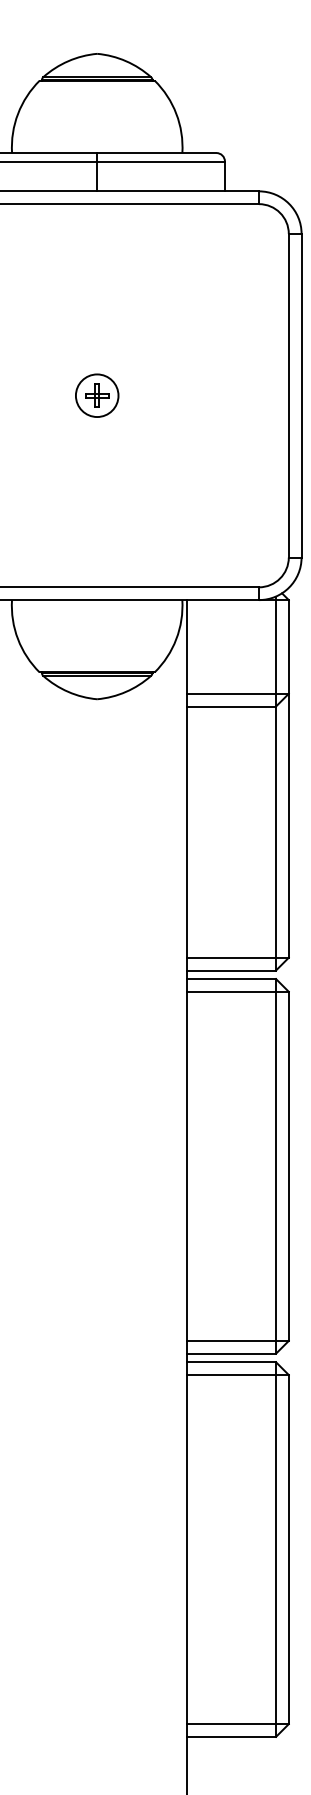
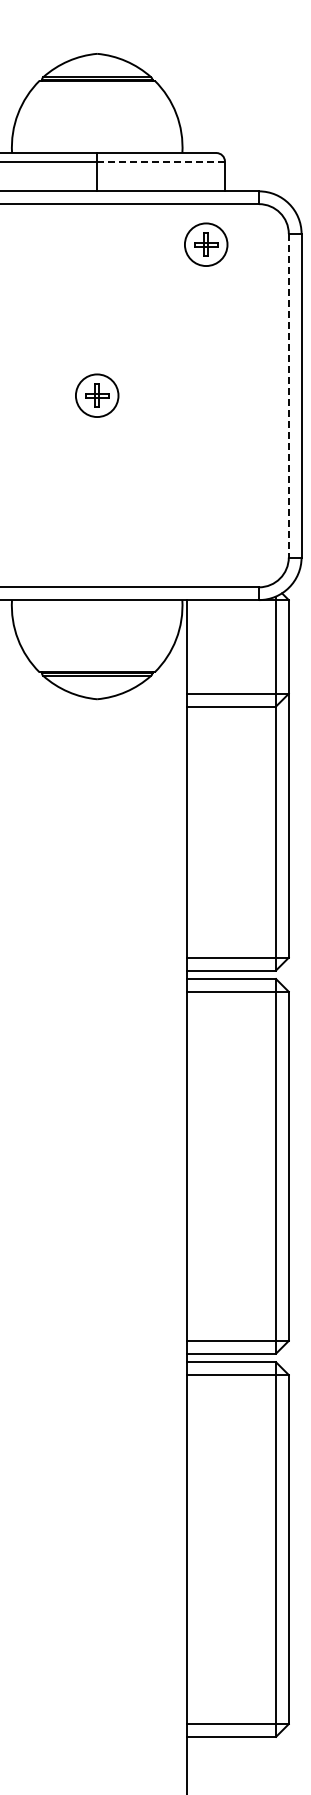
line at (161, 161): solid -> dashed
part at (206, 244): none -> present
line at (288, 395): solid -> dashed
